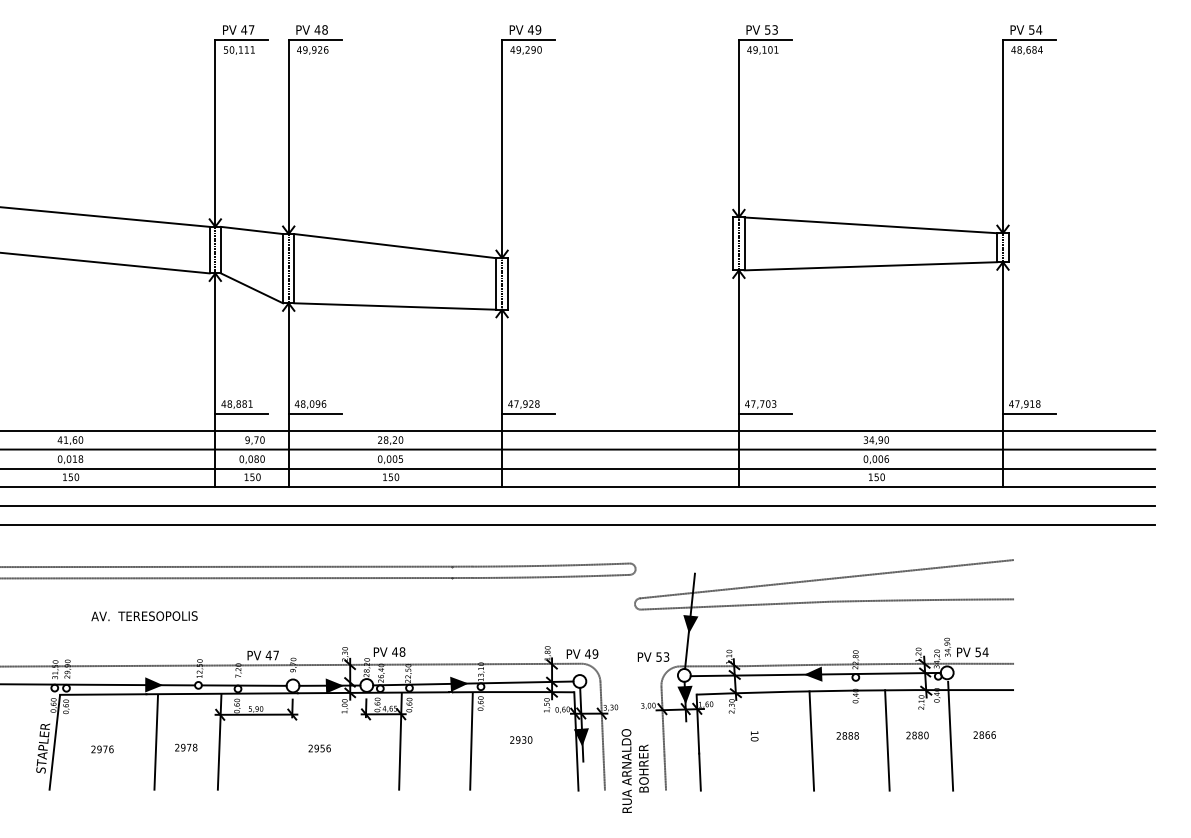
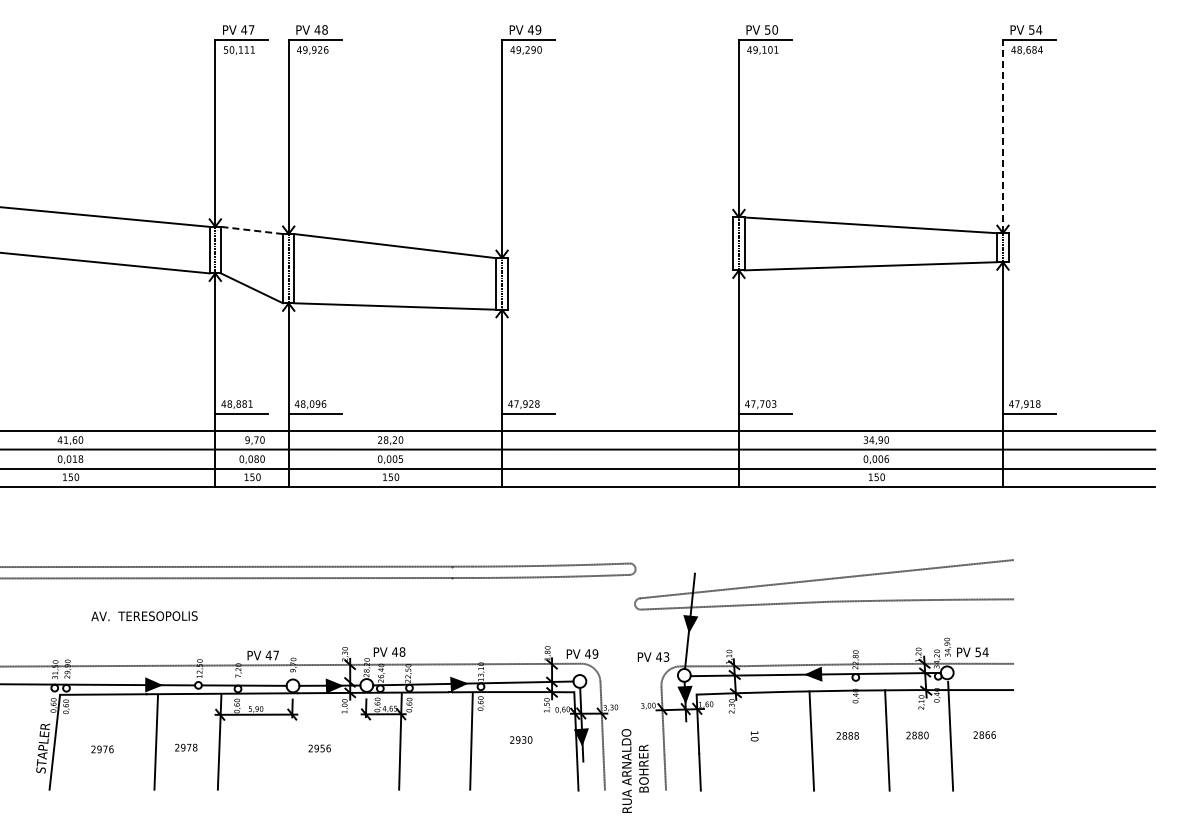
text at (775, 29): 53 -> 50
line at (1002, 136): solid -> dashed
line at (251, 230): solid -> dashed
line at (578, 506): present -> none
line at (578, 525): present -> none
text at (659, 656): 53 -> 43
